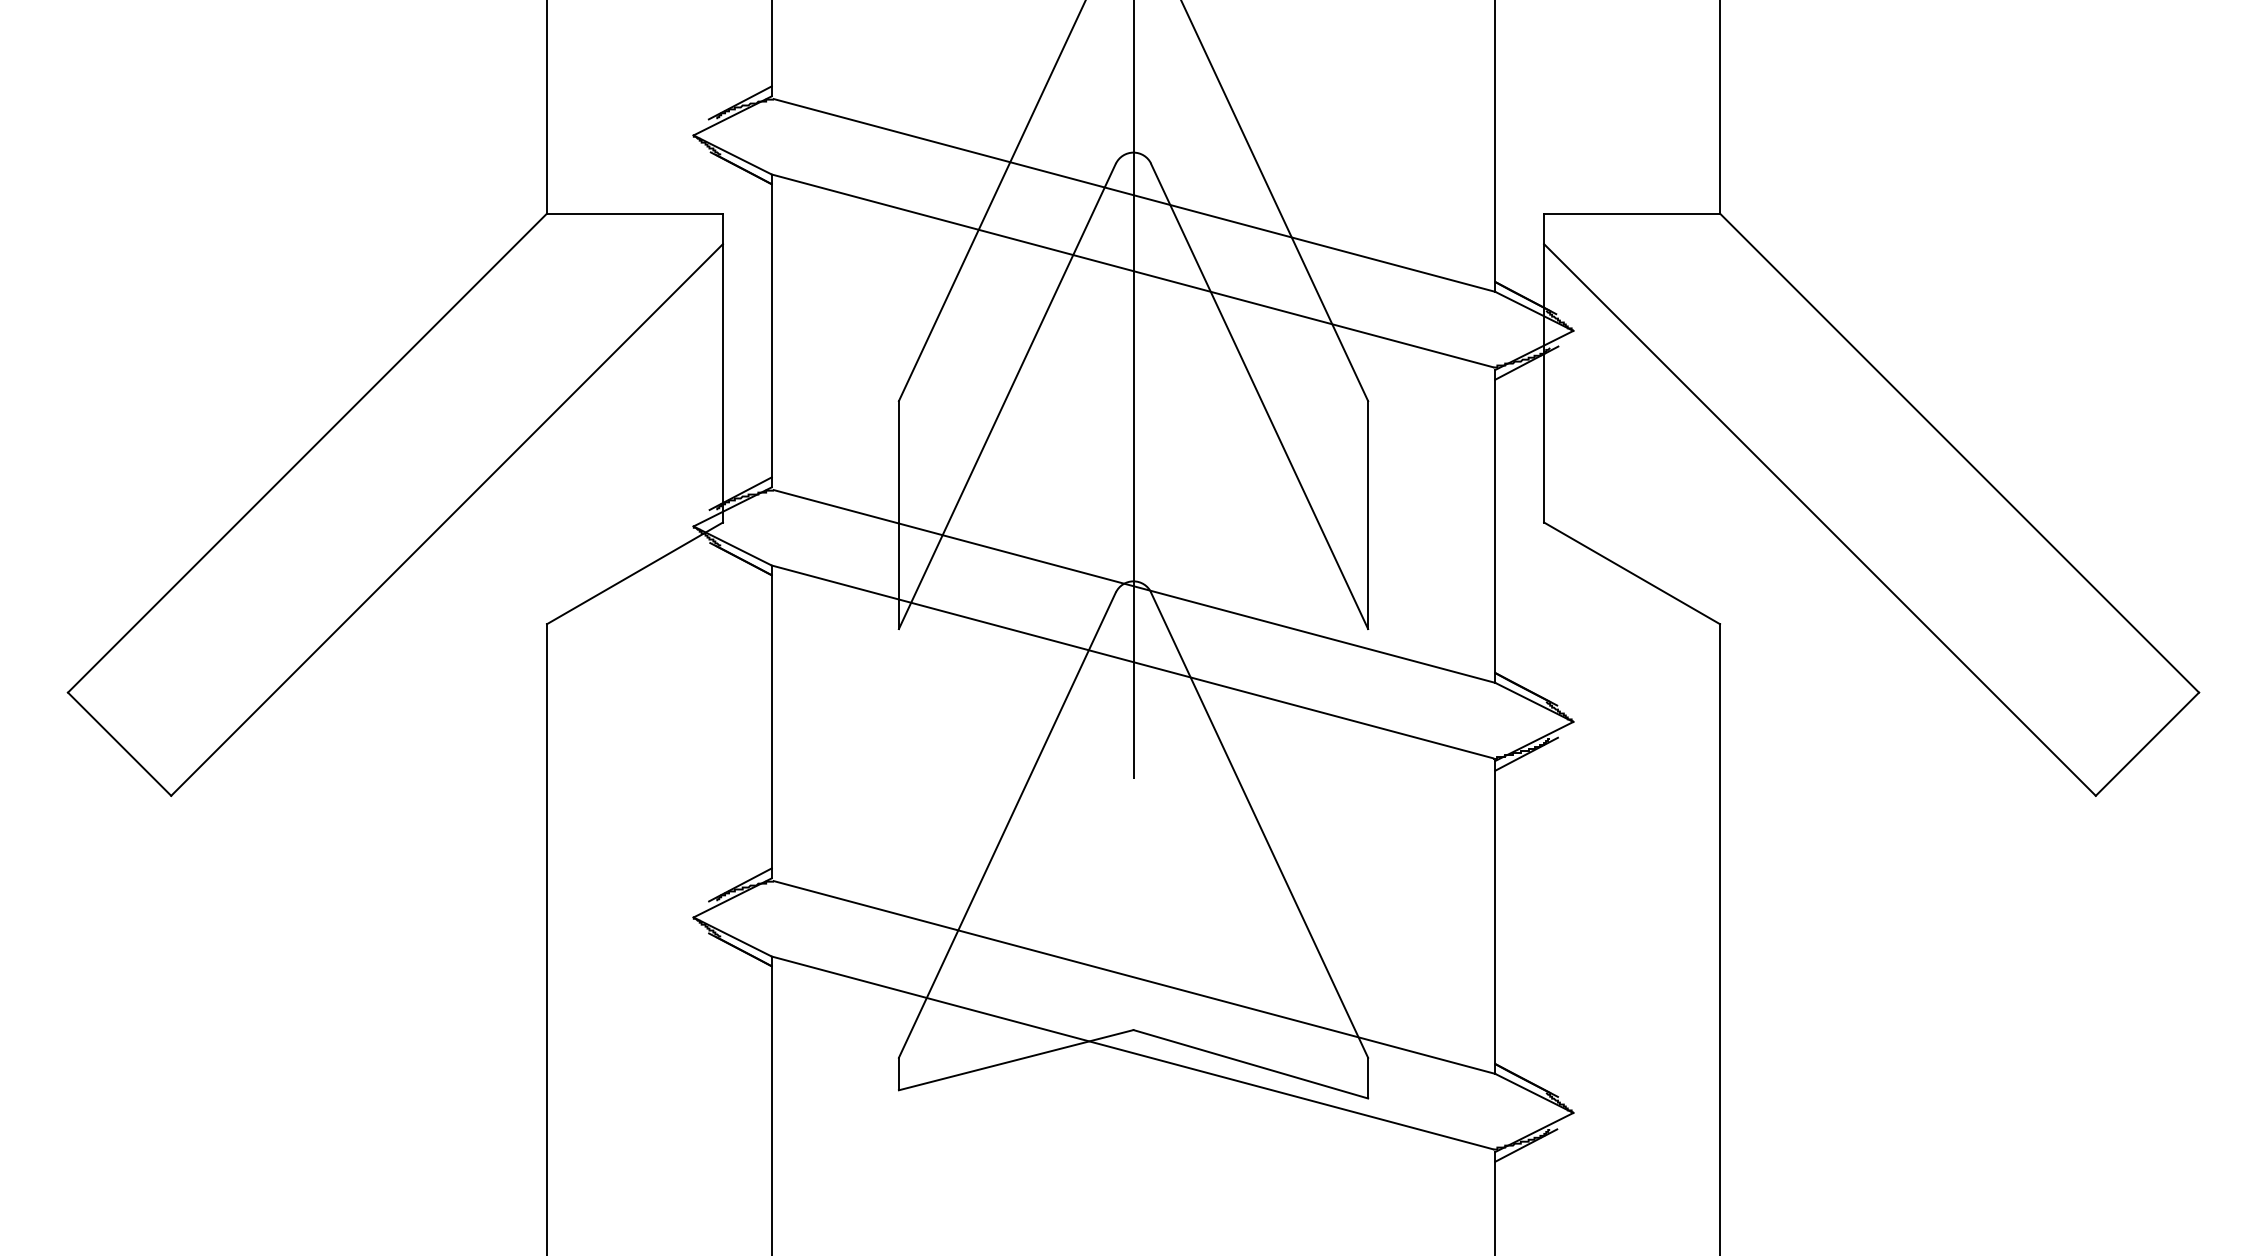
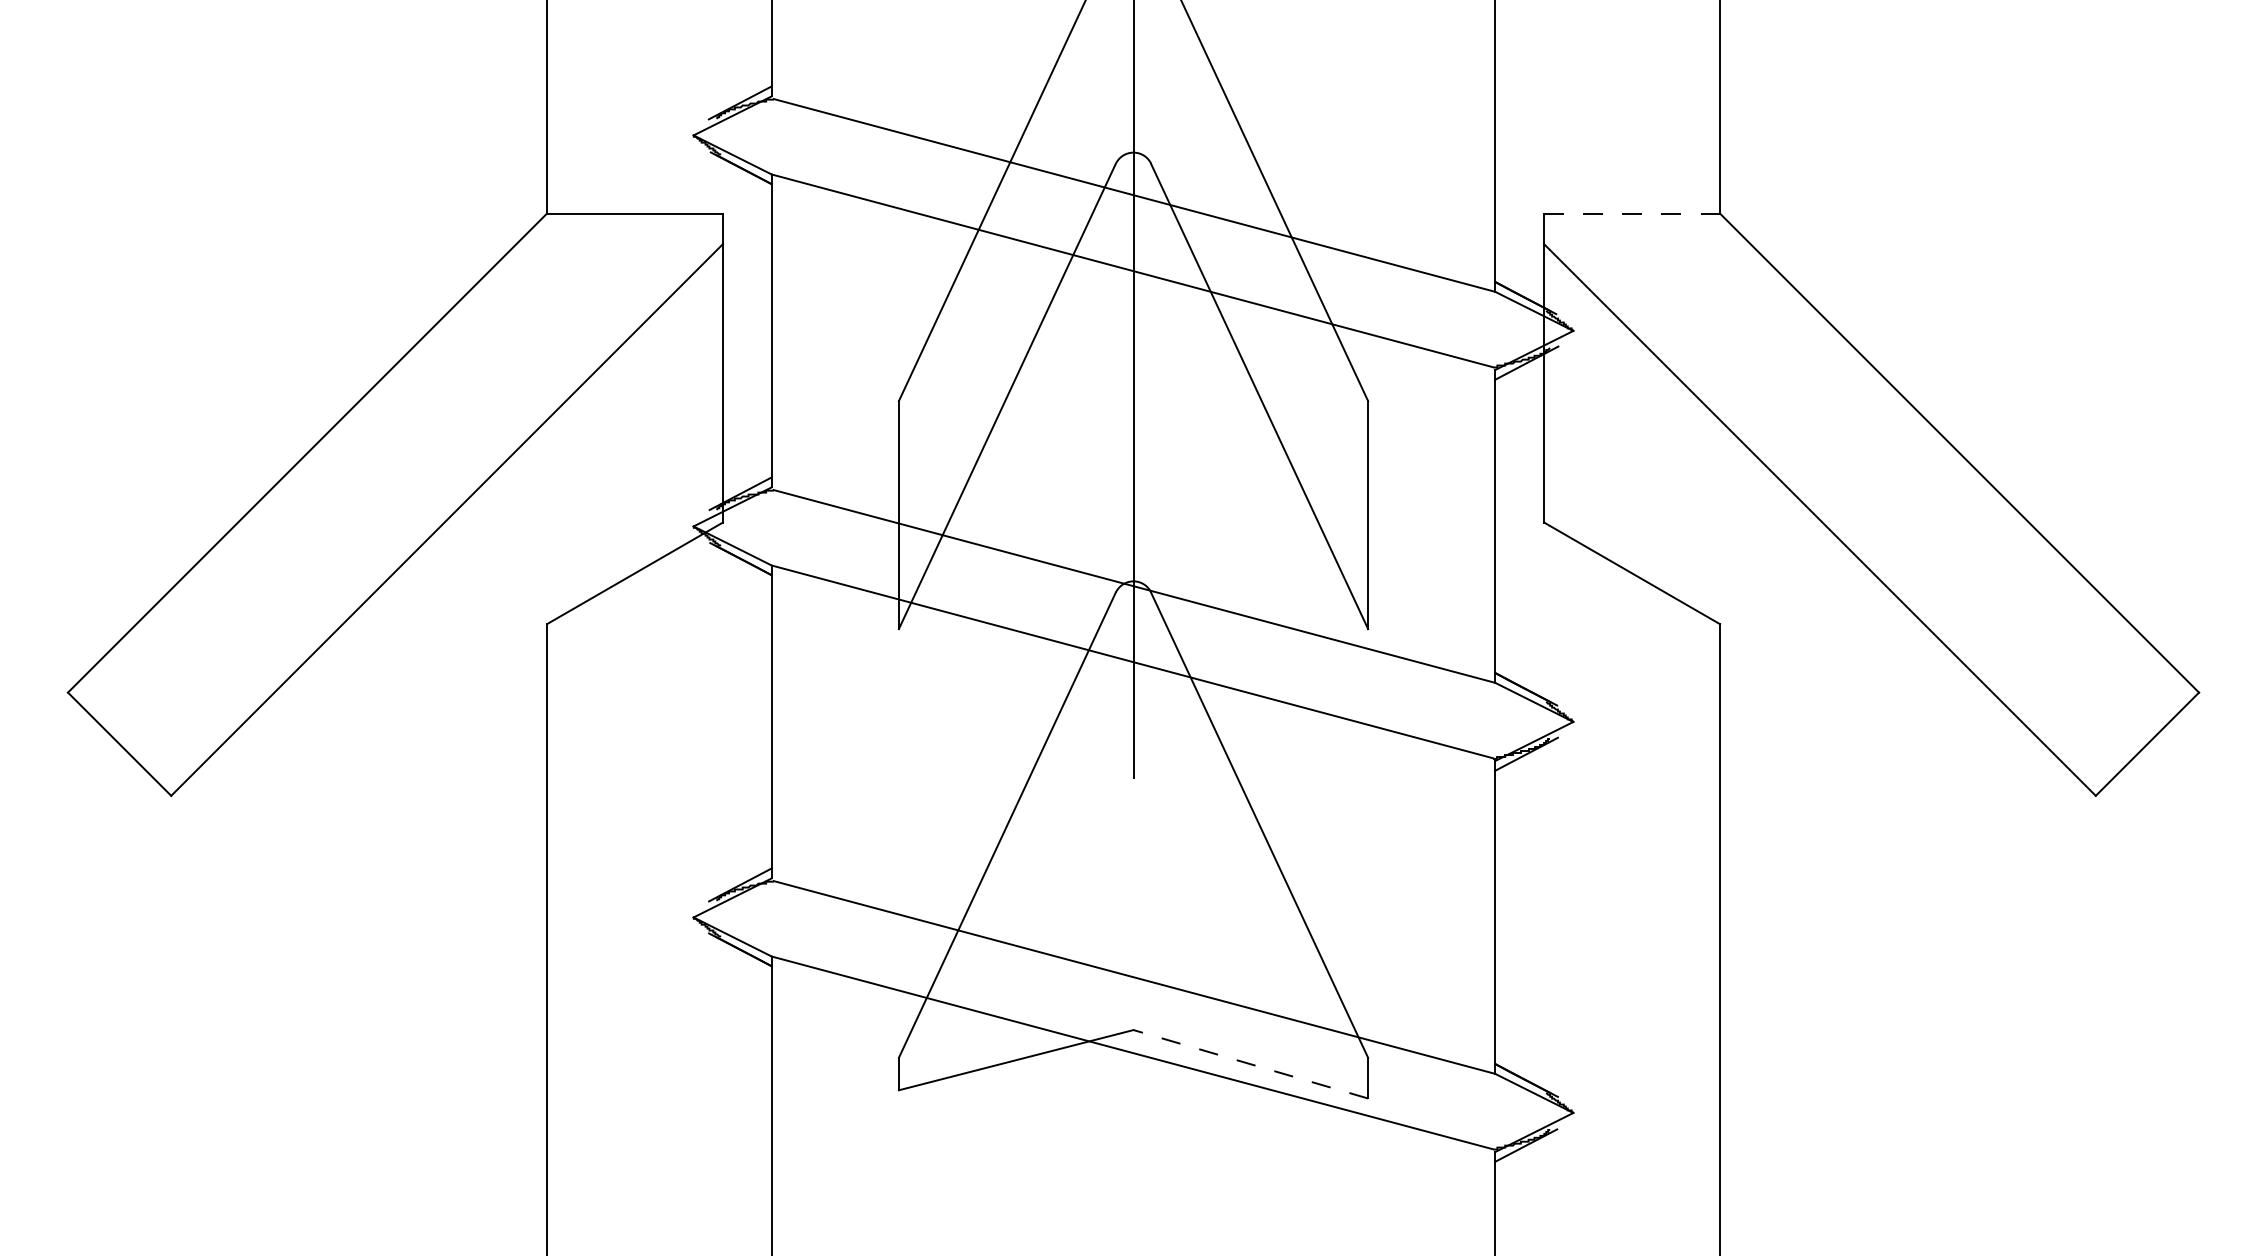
line at (1632, 213): solid -> dashed
line at (1250, 1064): solid -> dashed
